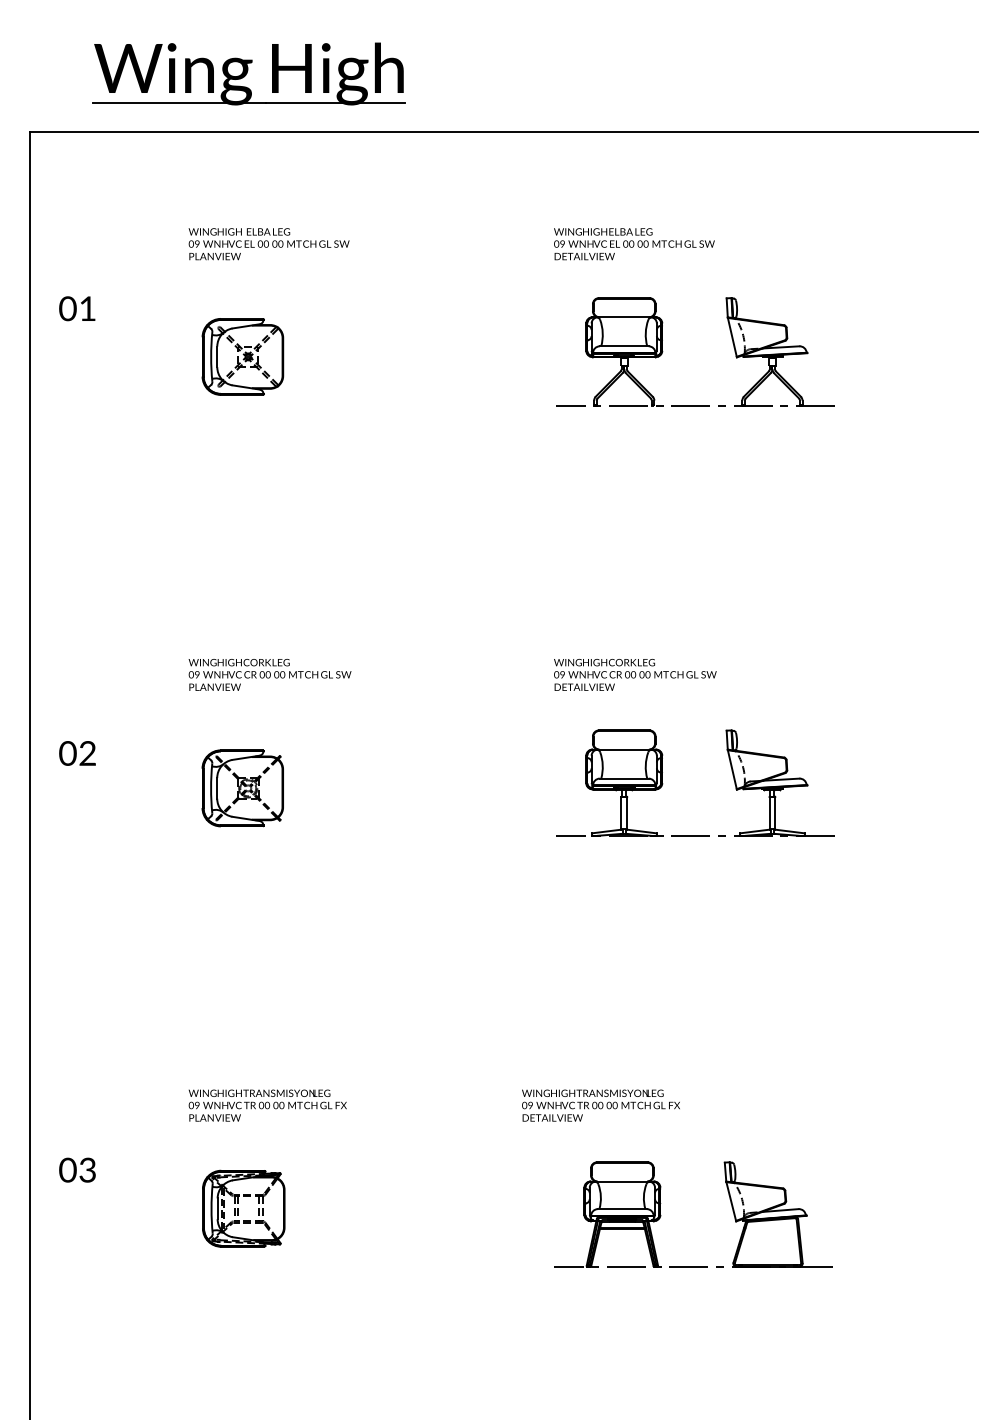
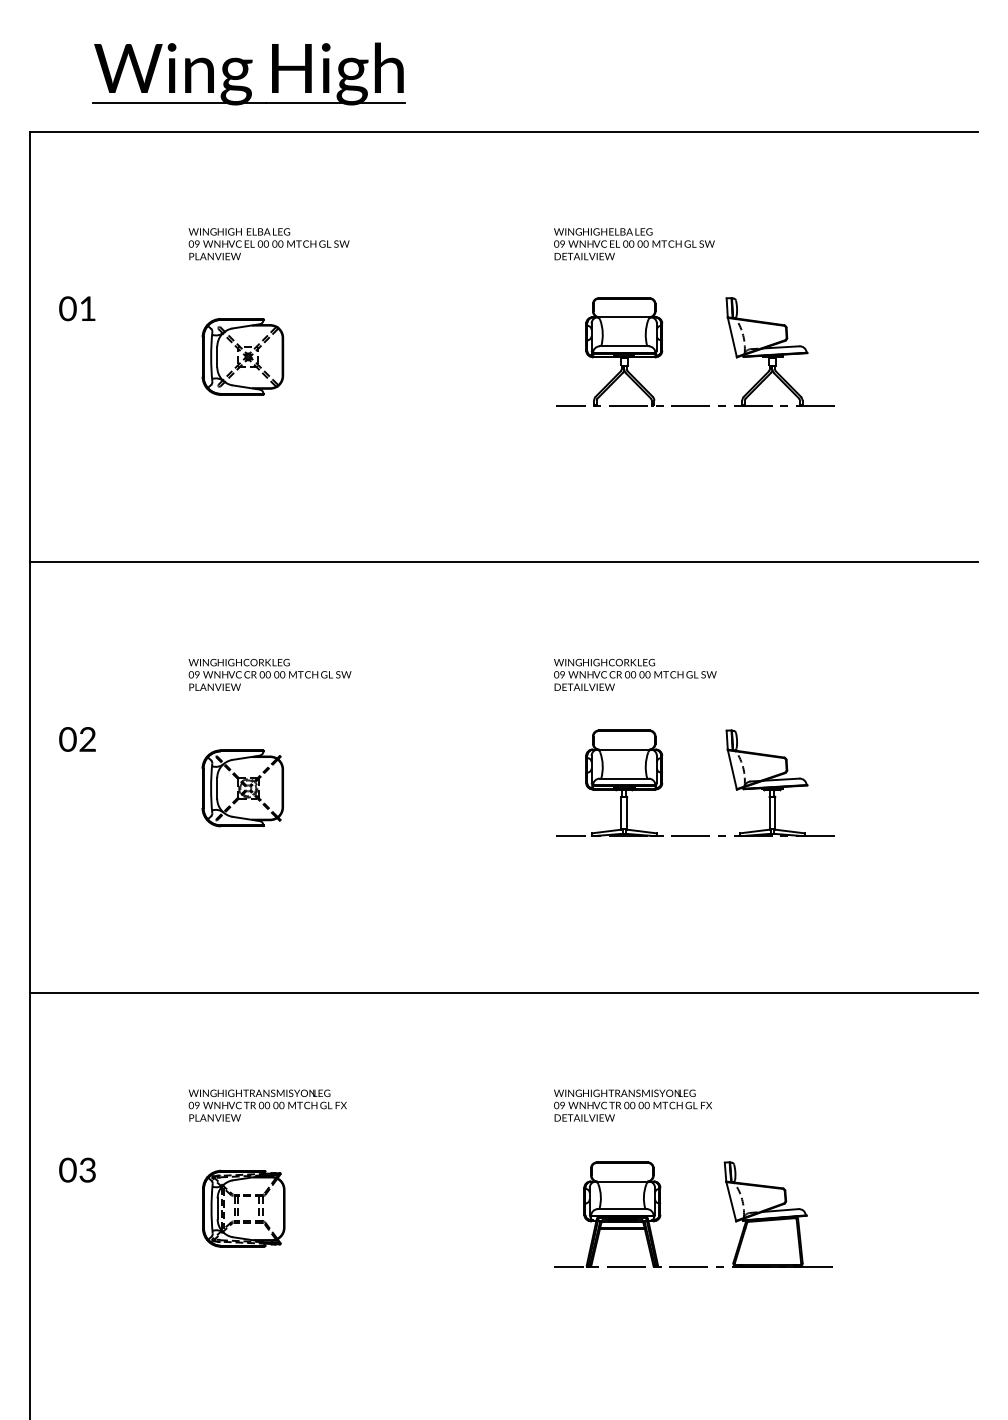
line at (503, 562): none -> present
text at (77, 753) position: (77, 753) -> (77, 739)
line at (503, 993): none -> present
text at (600, 1105) position: (600, 1105) -> (632, 1105)
